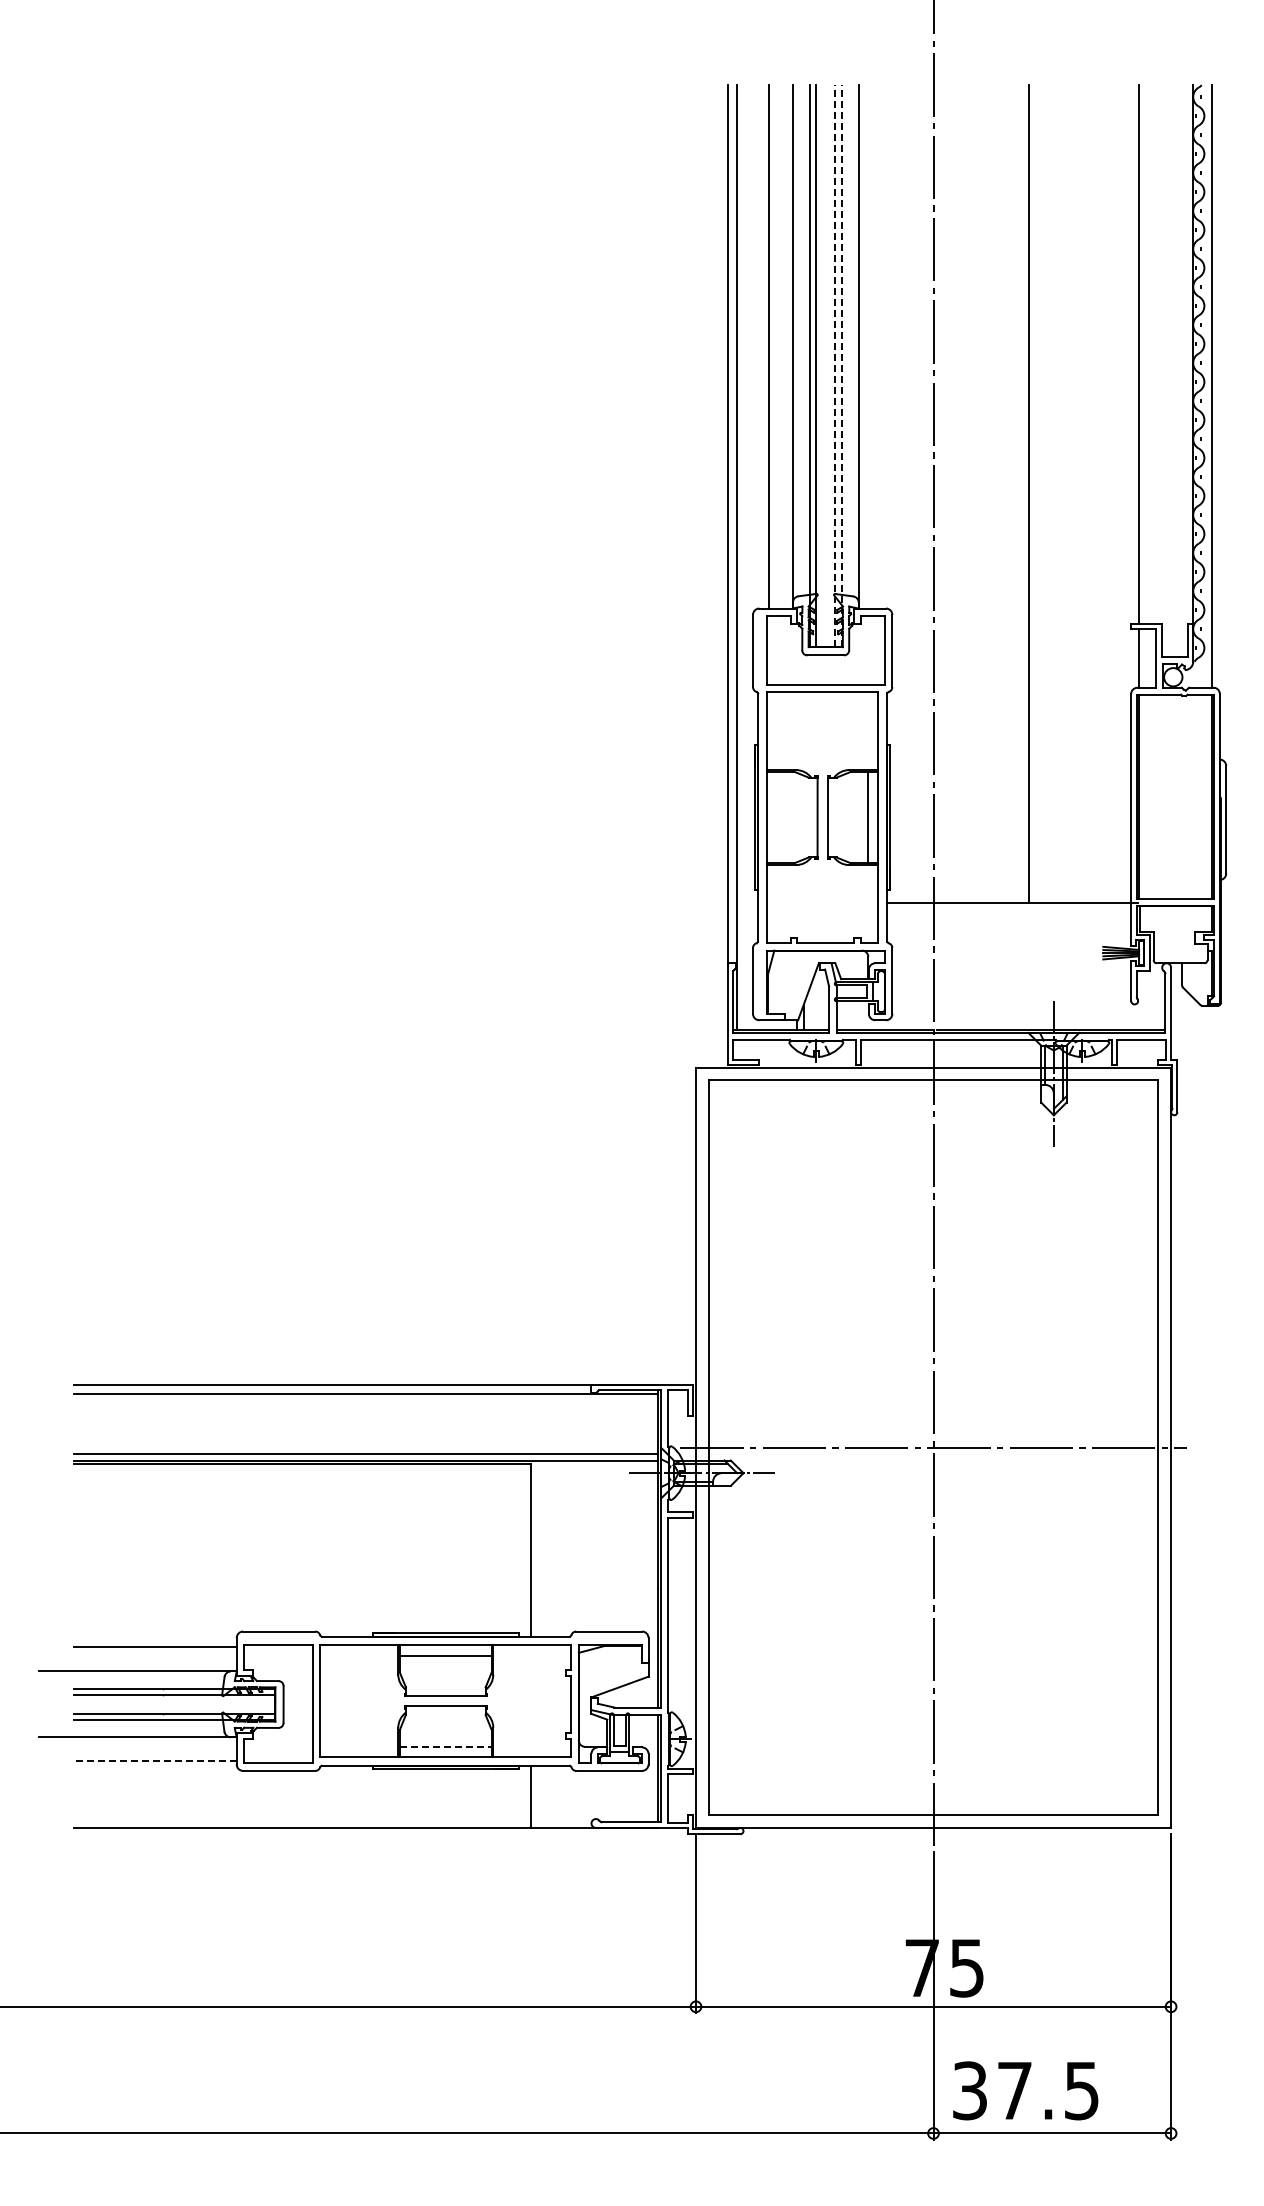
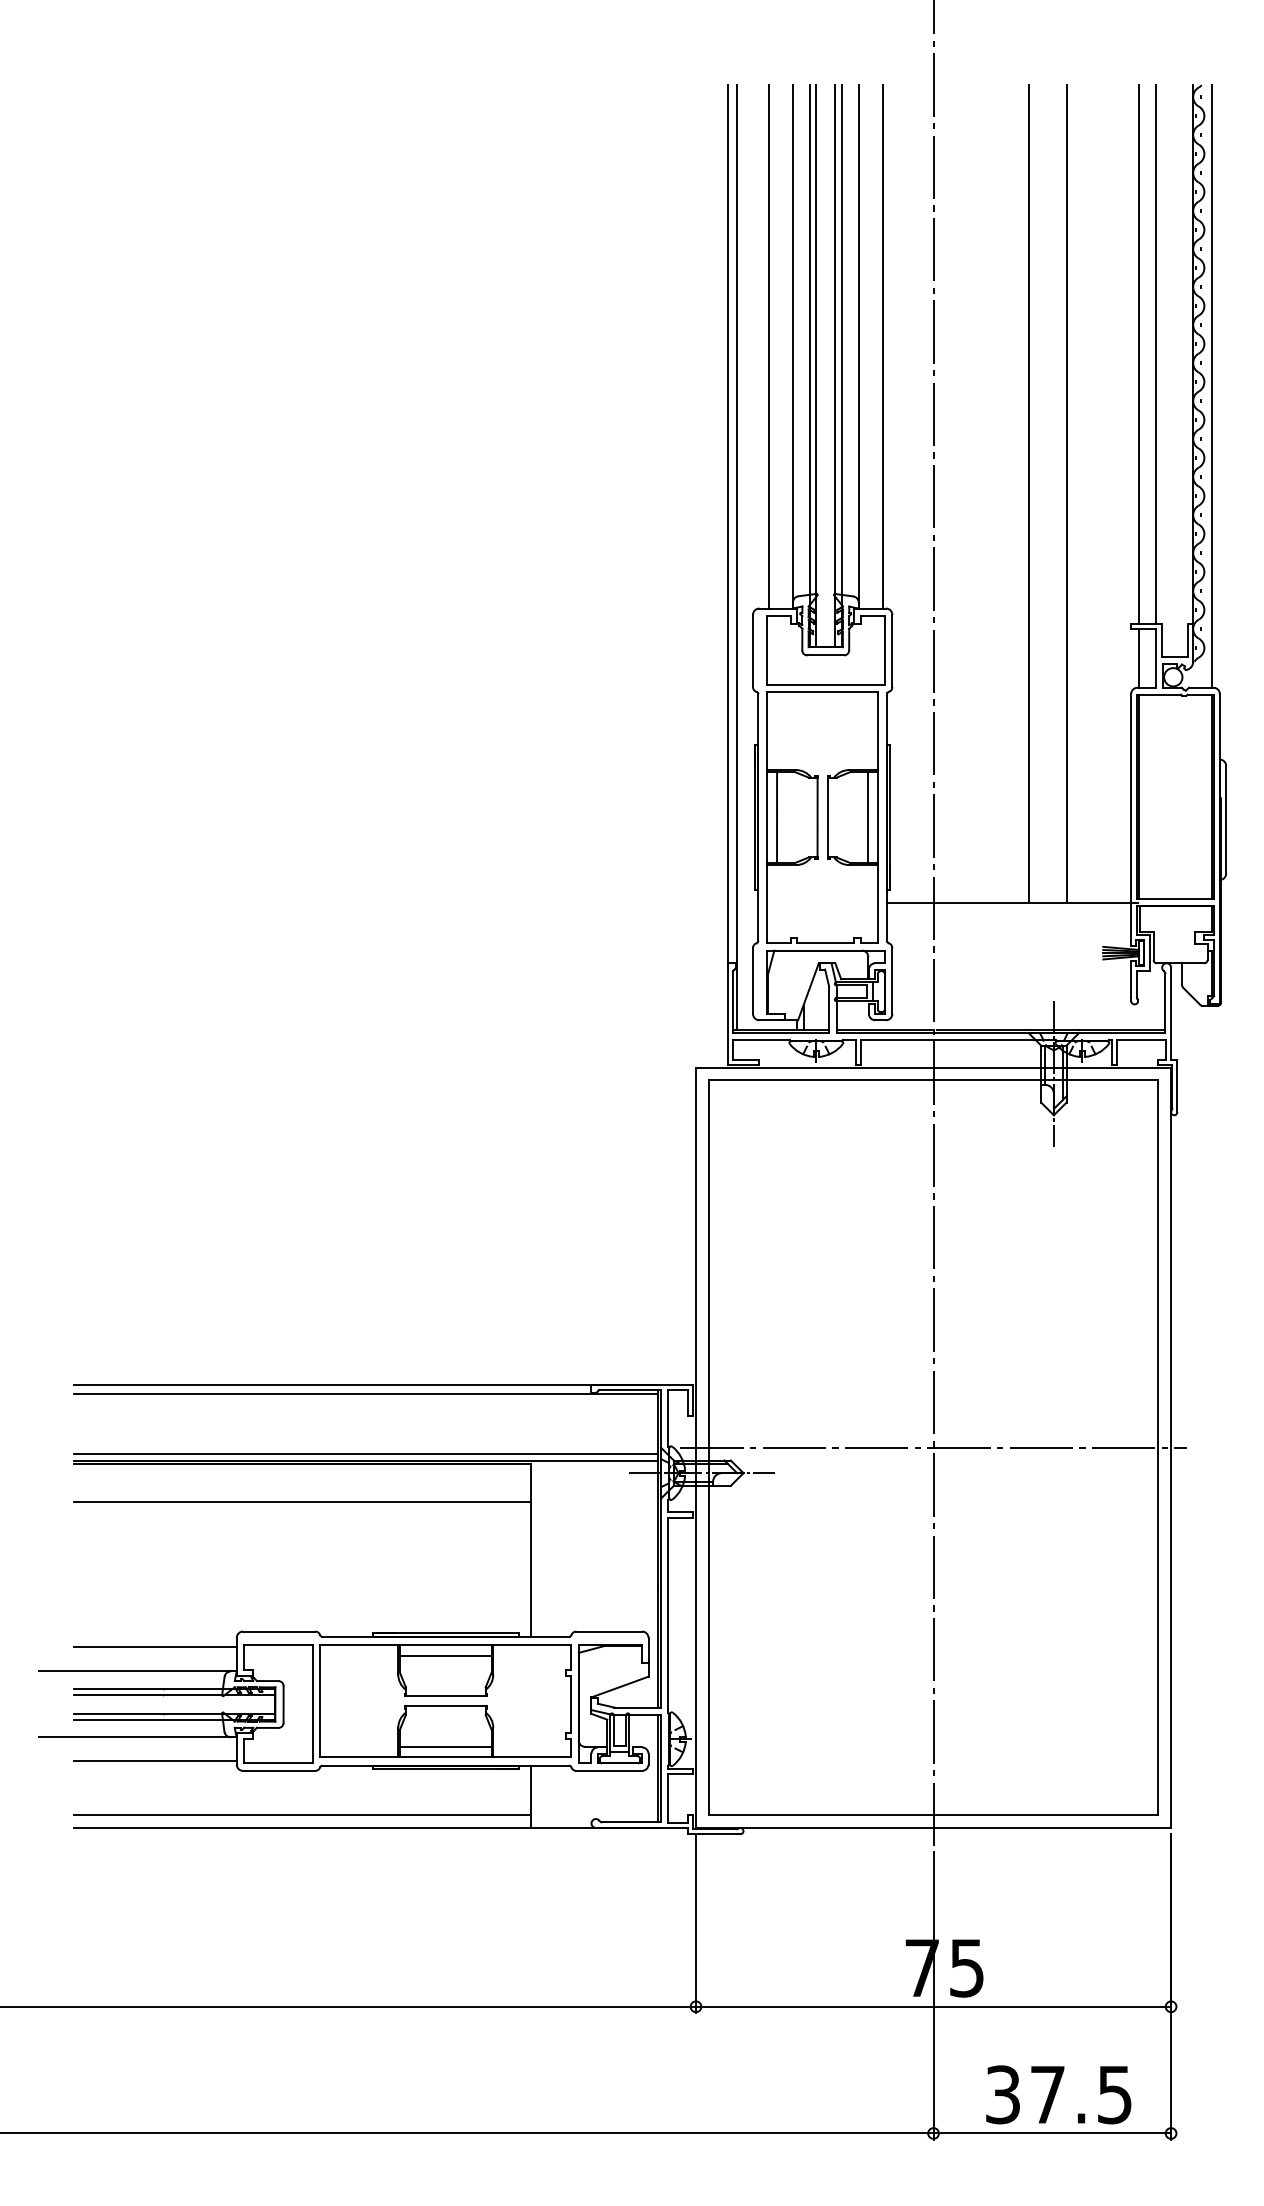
line at (882, 346): none -> present
line at (1155, 354): none -> present
line at (835, 365): dashed -> solid
line at (841, 365): dashed -> solid
line at (1066, 494): none -> present
line at (777, 817): none -> present
line at (302, 1501): none -> present
line at (445, 1746): dashed -> solid
line at (155, 1761): dashed -> solid
line at (302, 1815): none -> present
text at (1025, 2090) position: (1025, 2090) -> (1058, 2094)
